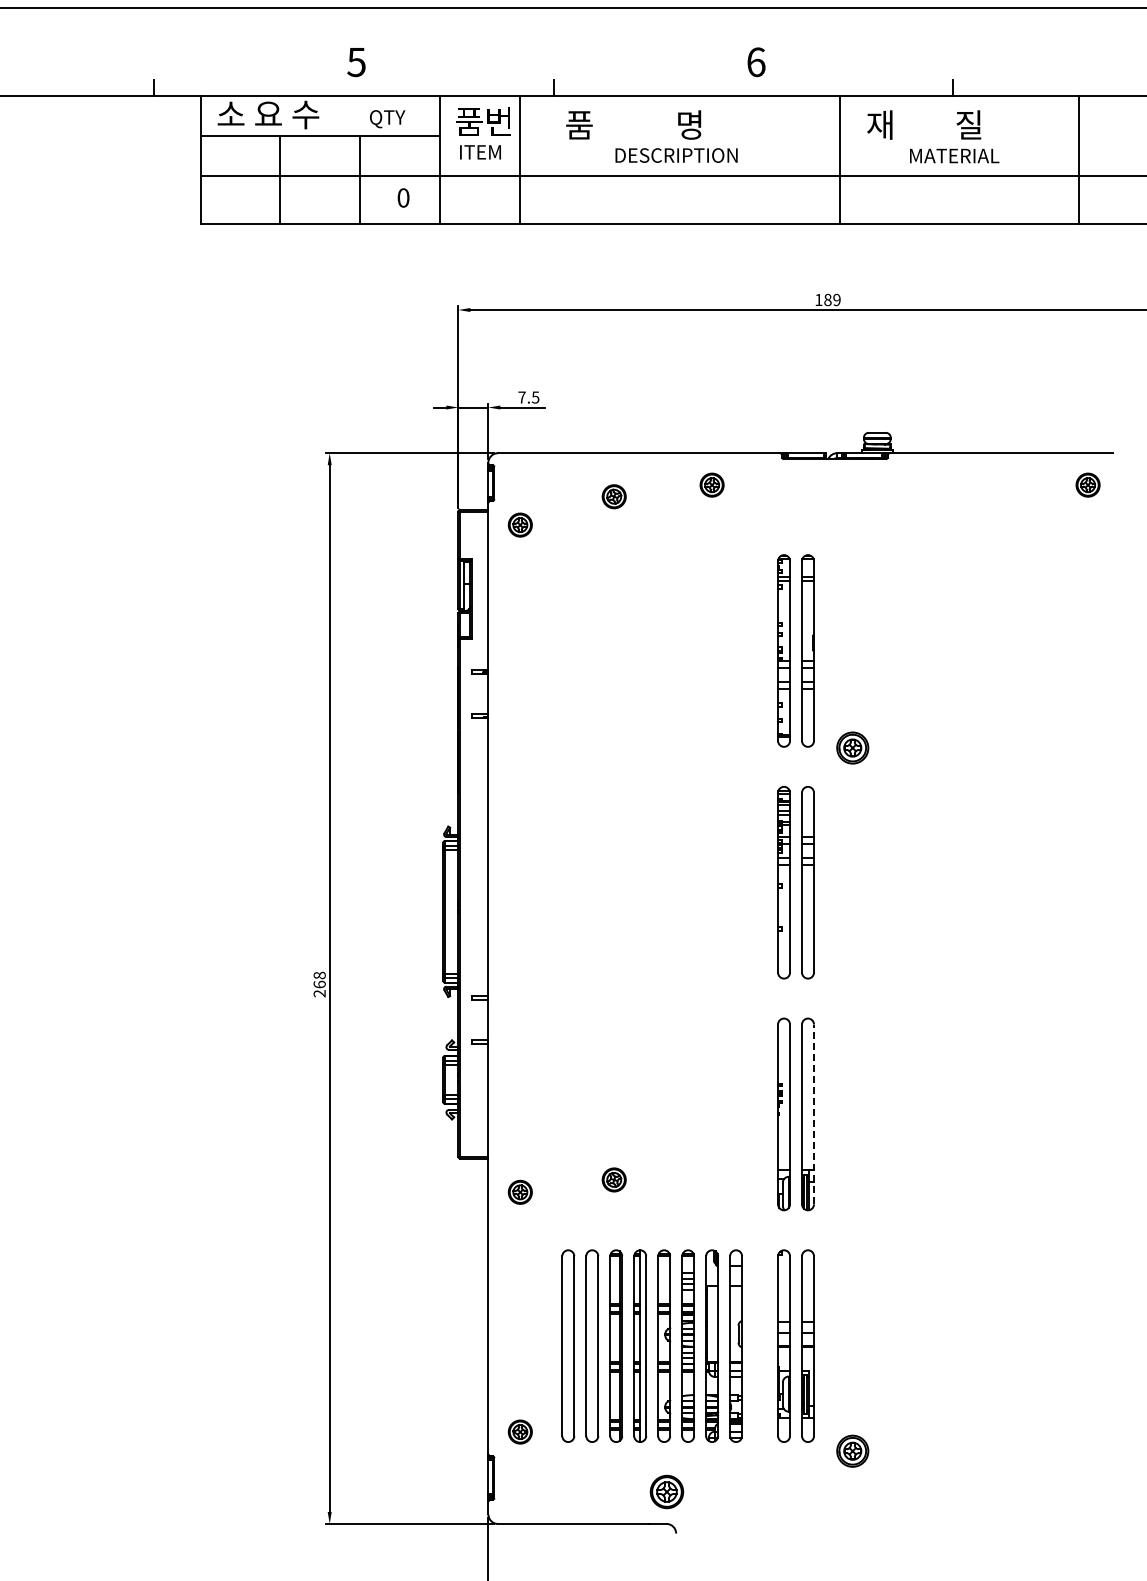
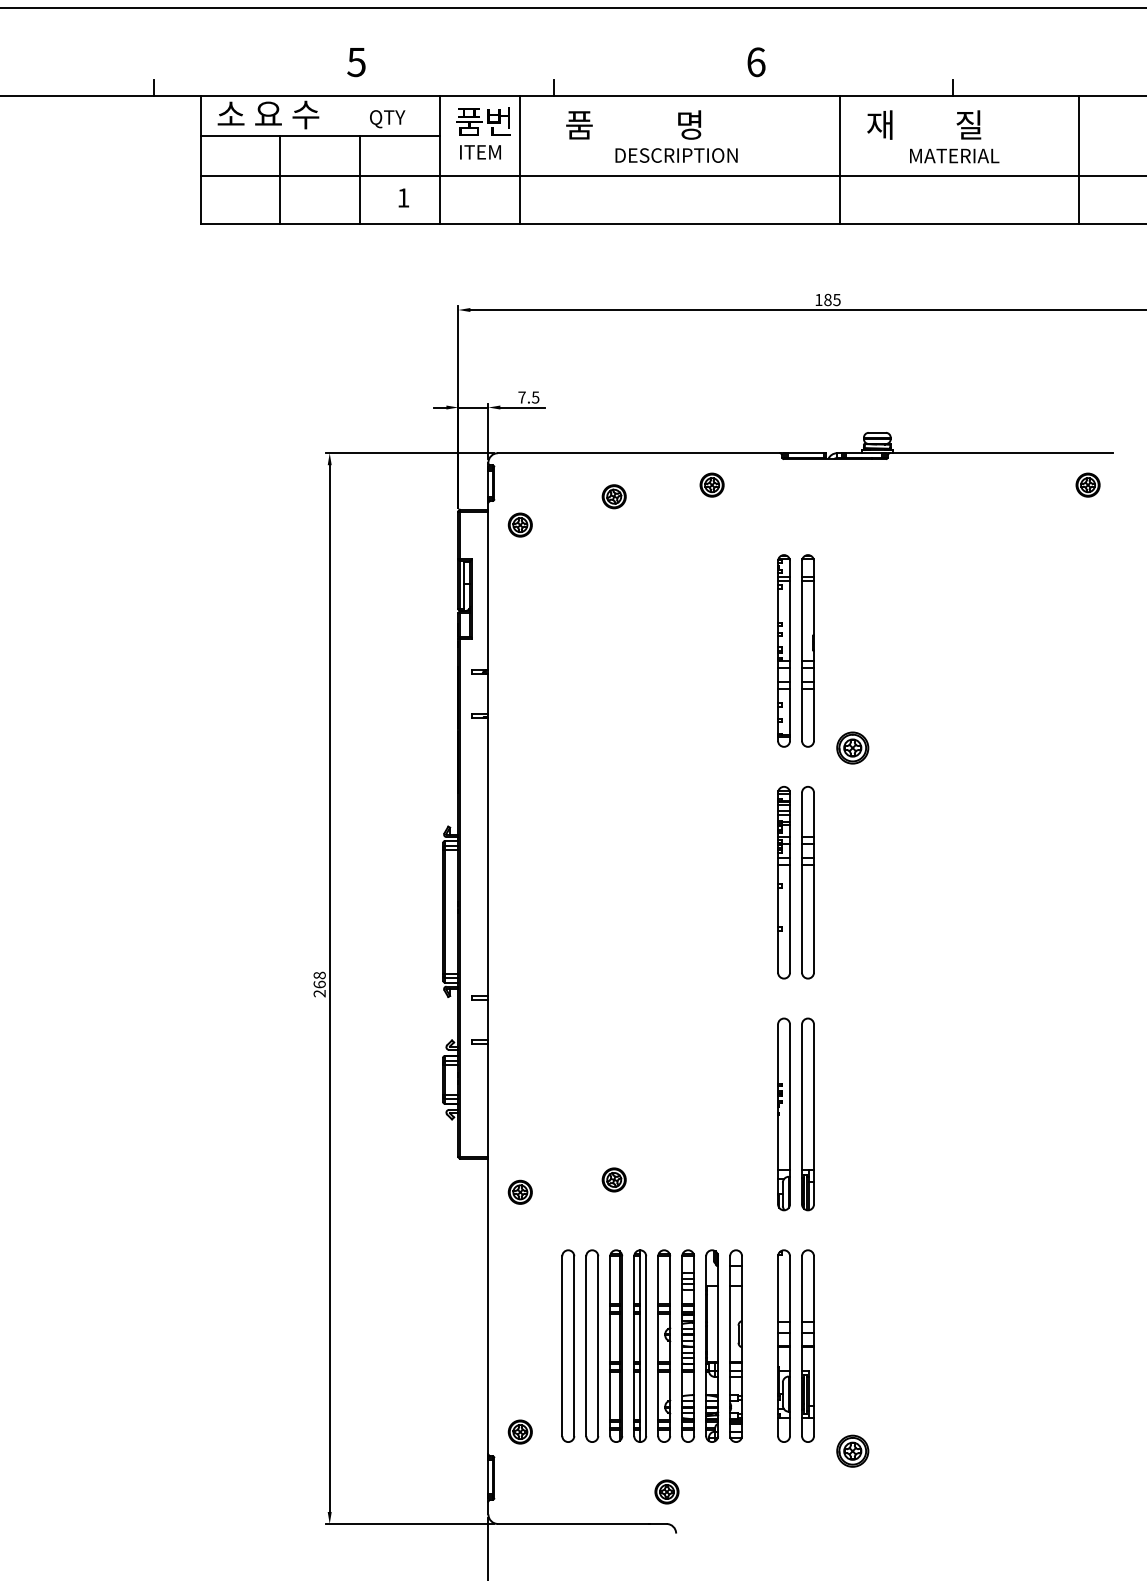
text at (403, 197): 0 -> 1
text at (836, 299): 189 -> 185
line at (814, 1114): dashed -> solid
part at (666, 1491) size: 36x36 px -> 26x26 px
